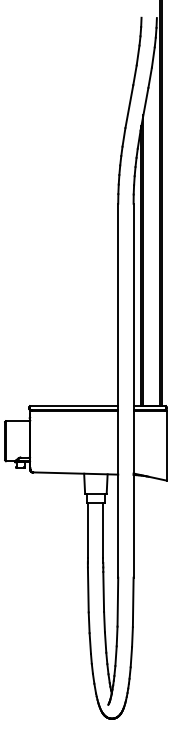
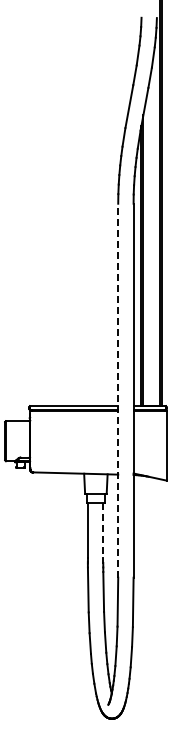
line at (118, 390): solid -> dashed
line at (103, 530): solid -> dashed
